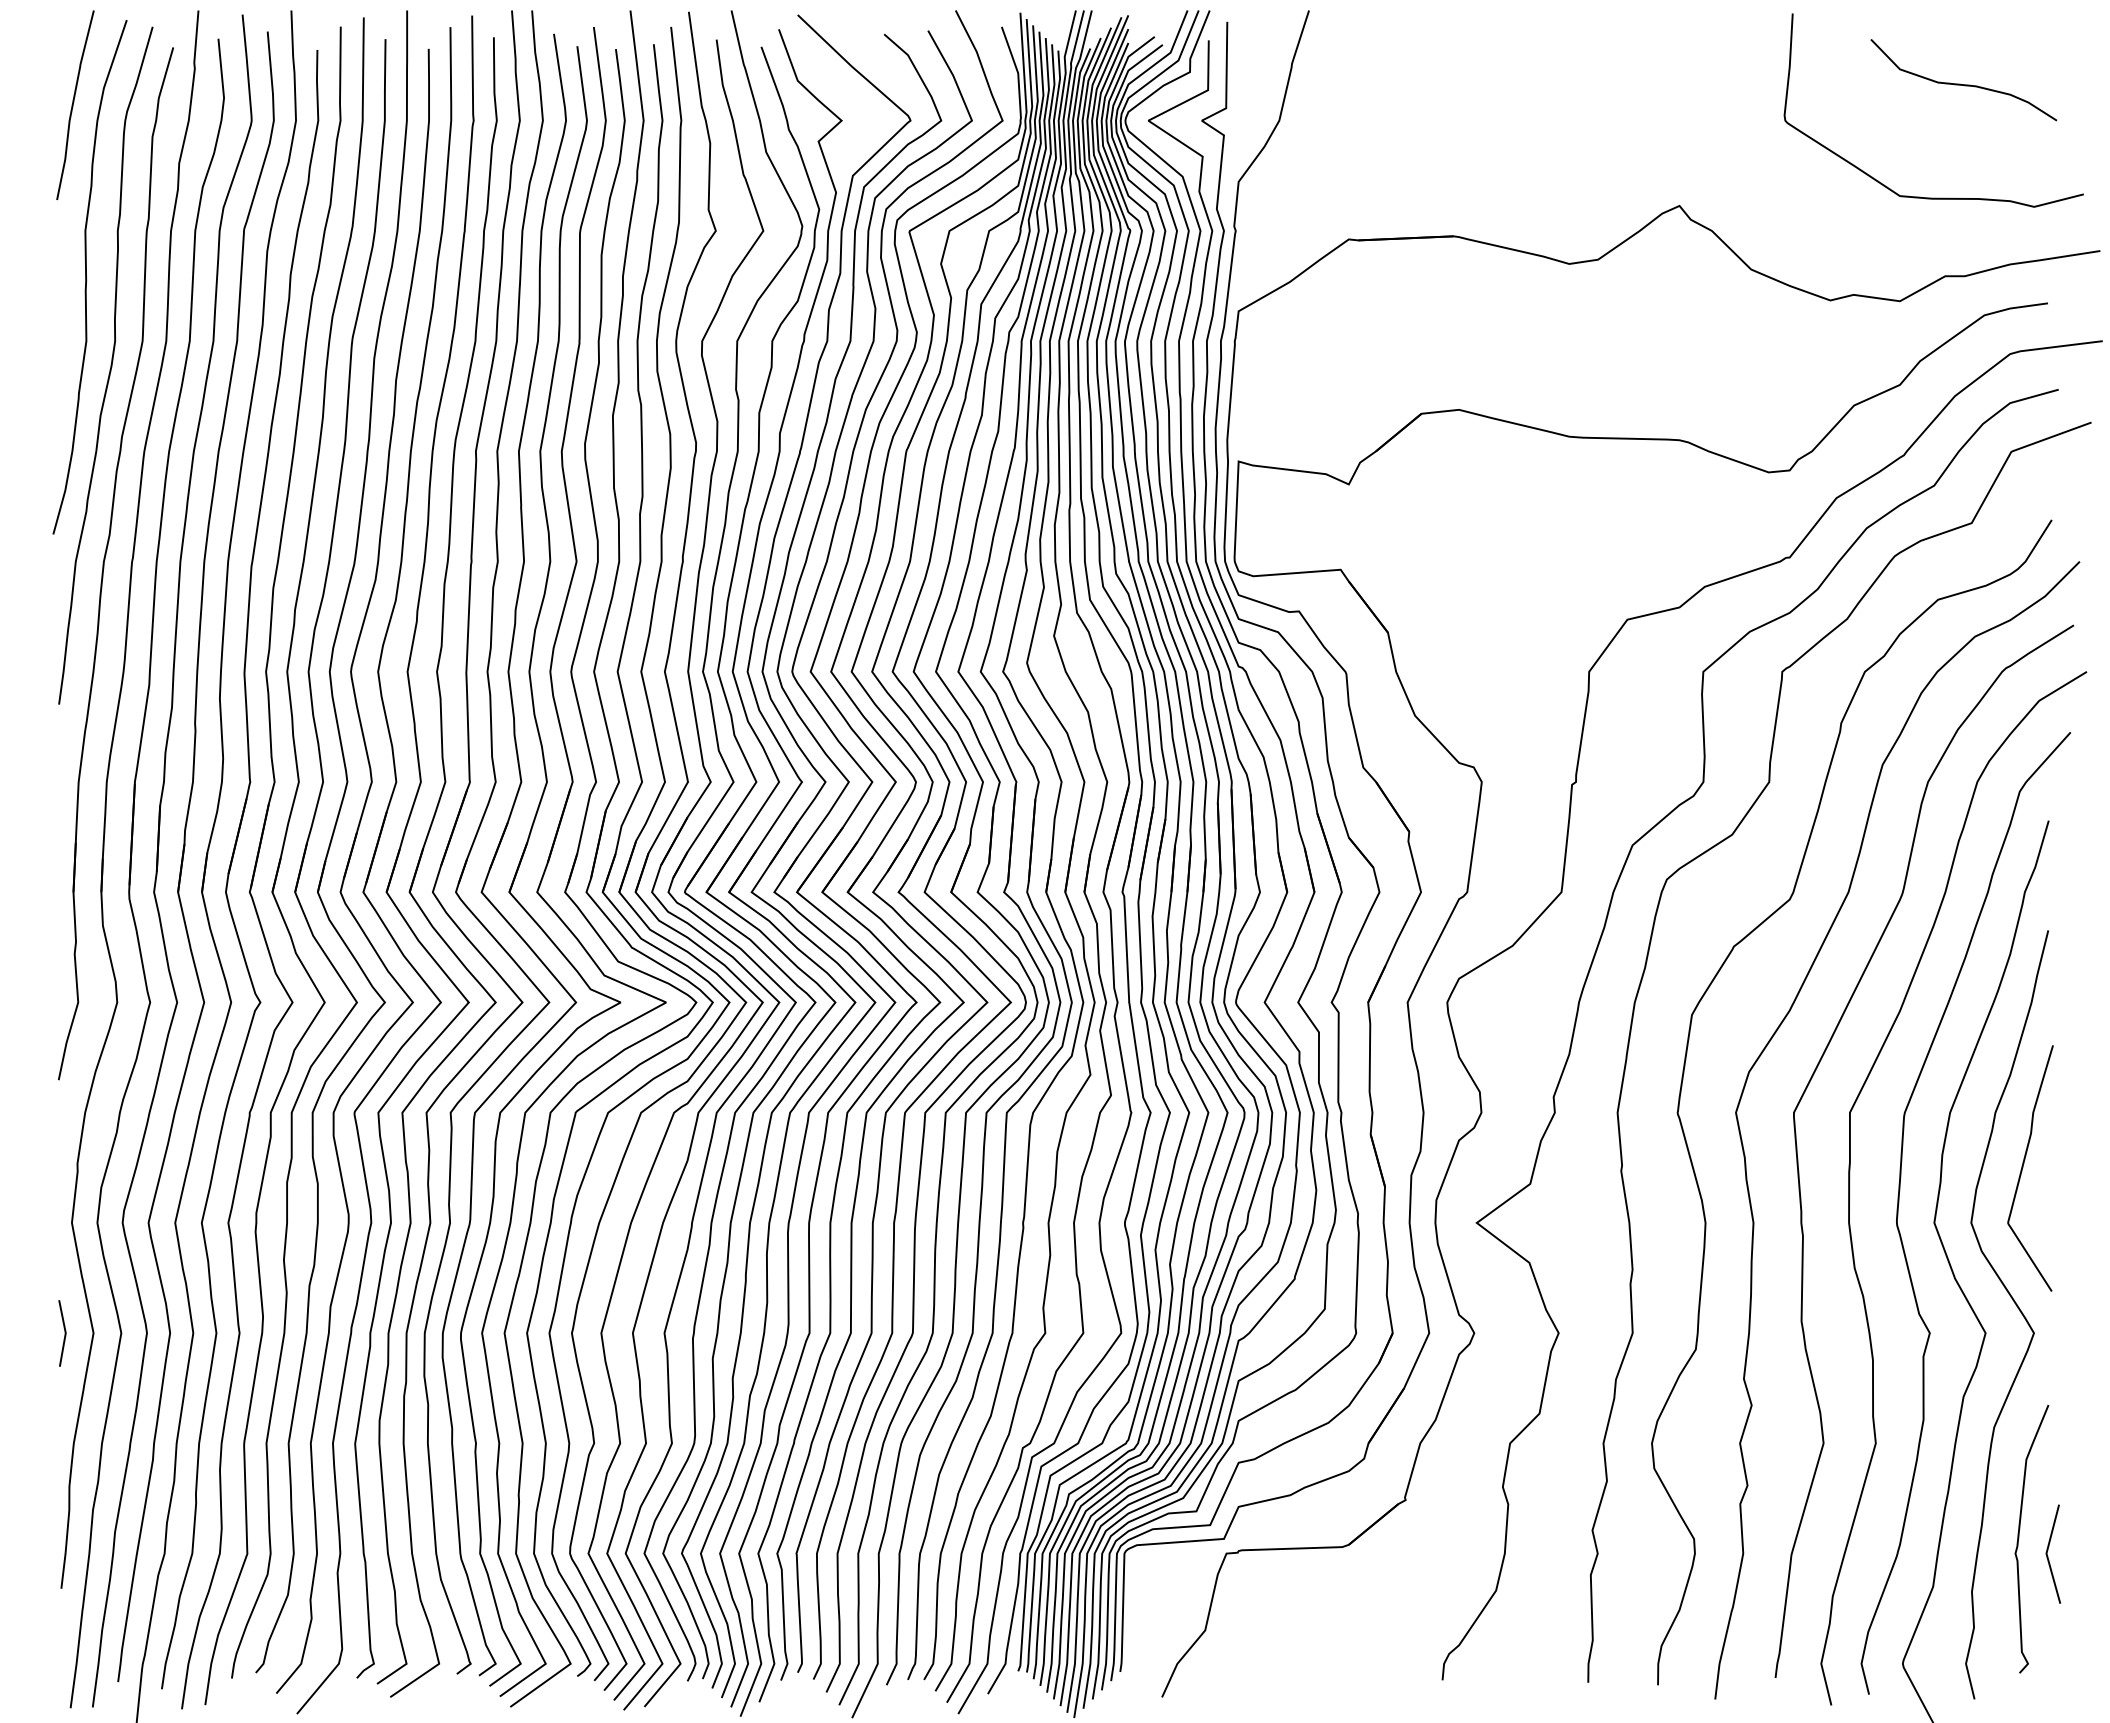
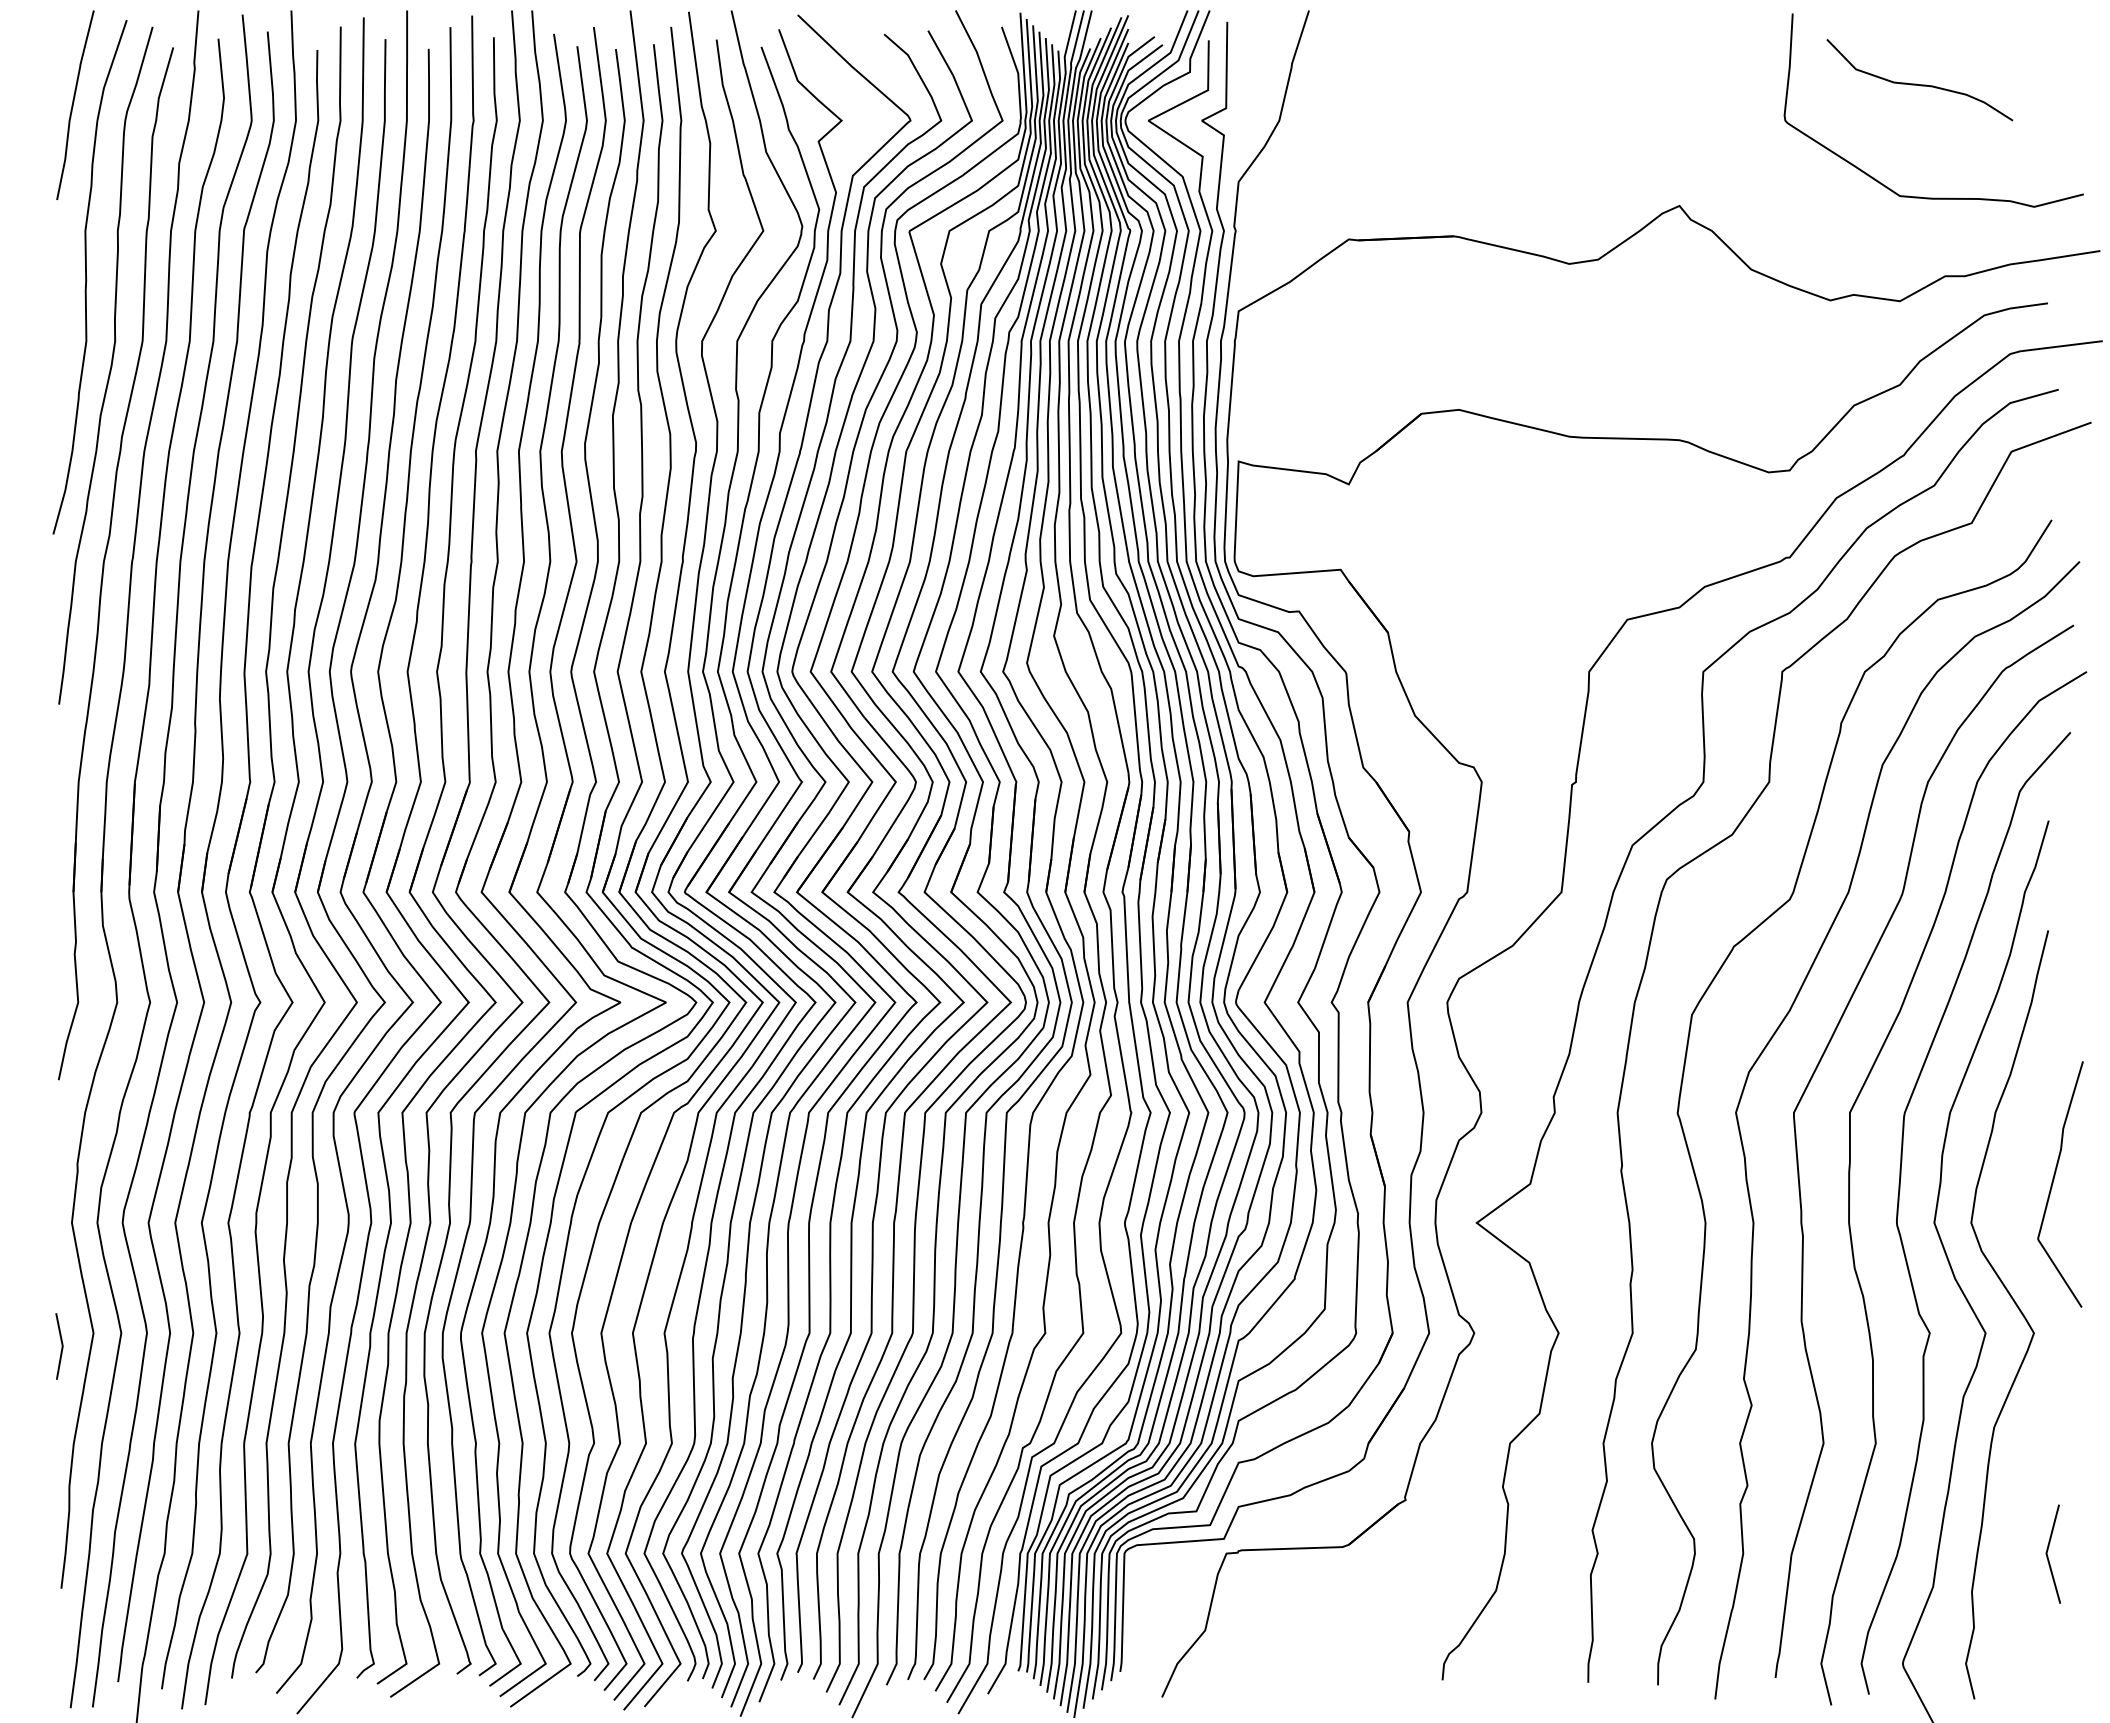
curve at (1963, 84) position: (1963, 84) -> (1919, 84)
curve at (2023, 1167) position: (2023, 1167) -> (2053, 1183)
line at (64, 1333) position: (64, 1333) -> (61, 1346)
curve at (2019, 1538): present -> none
